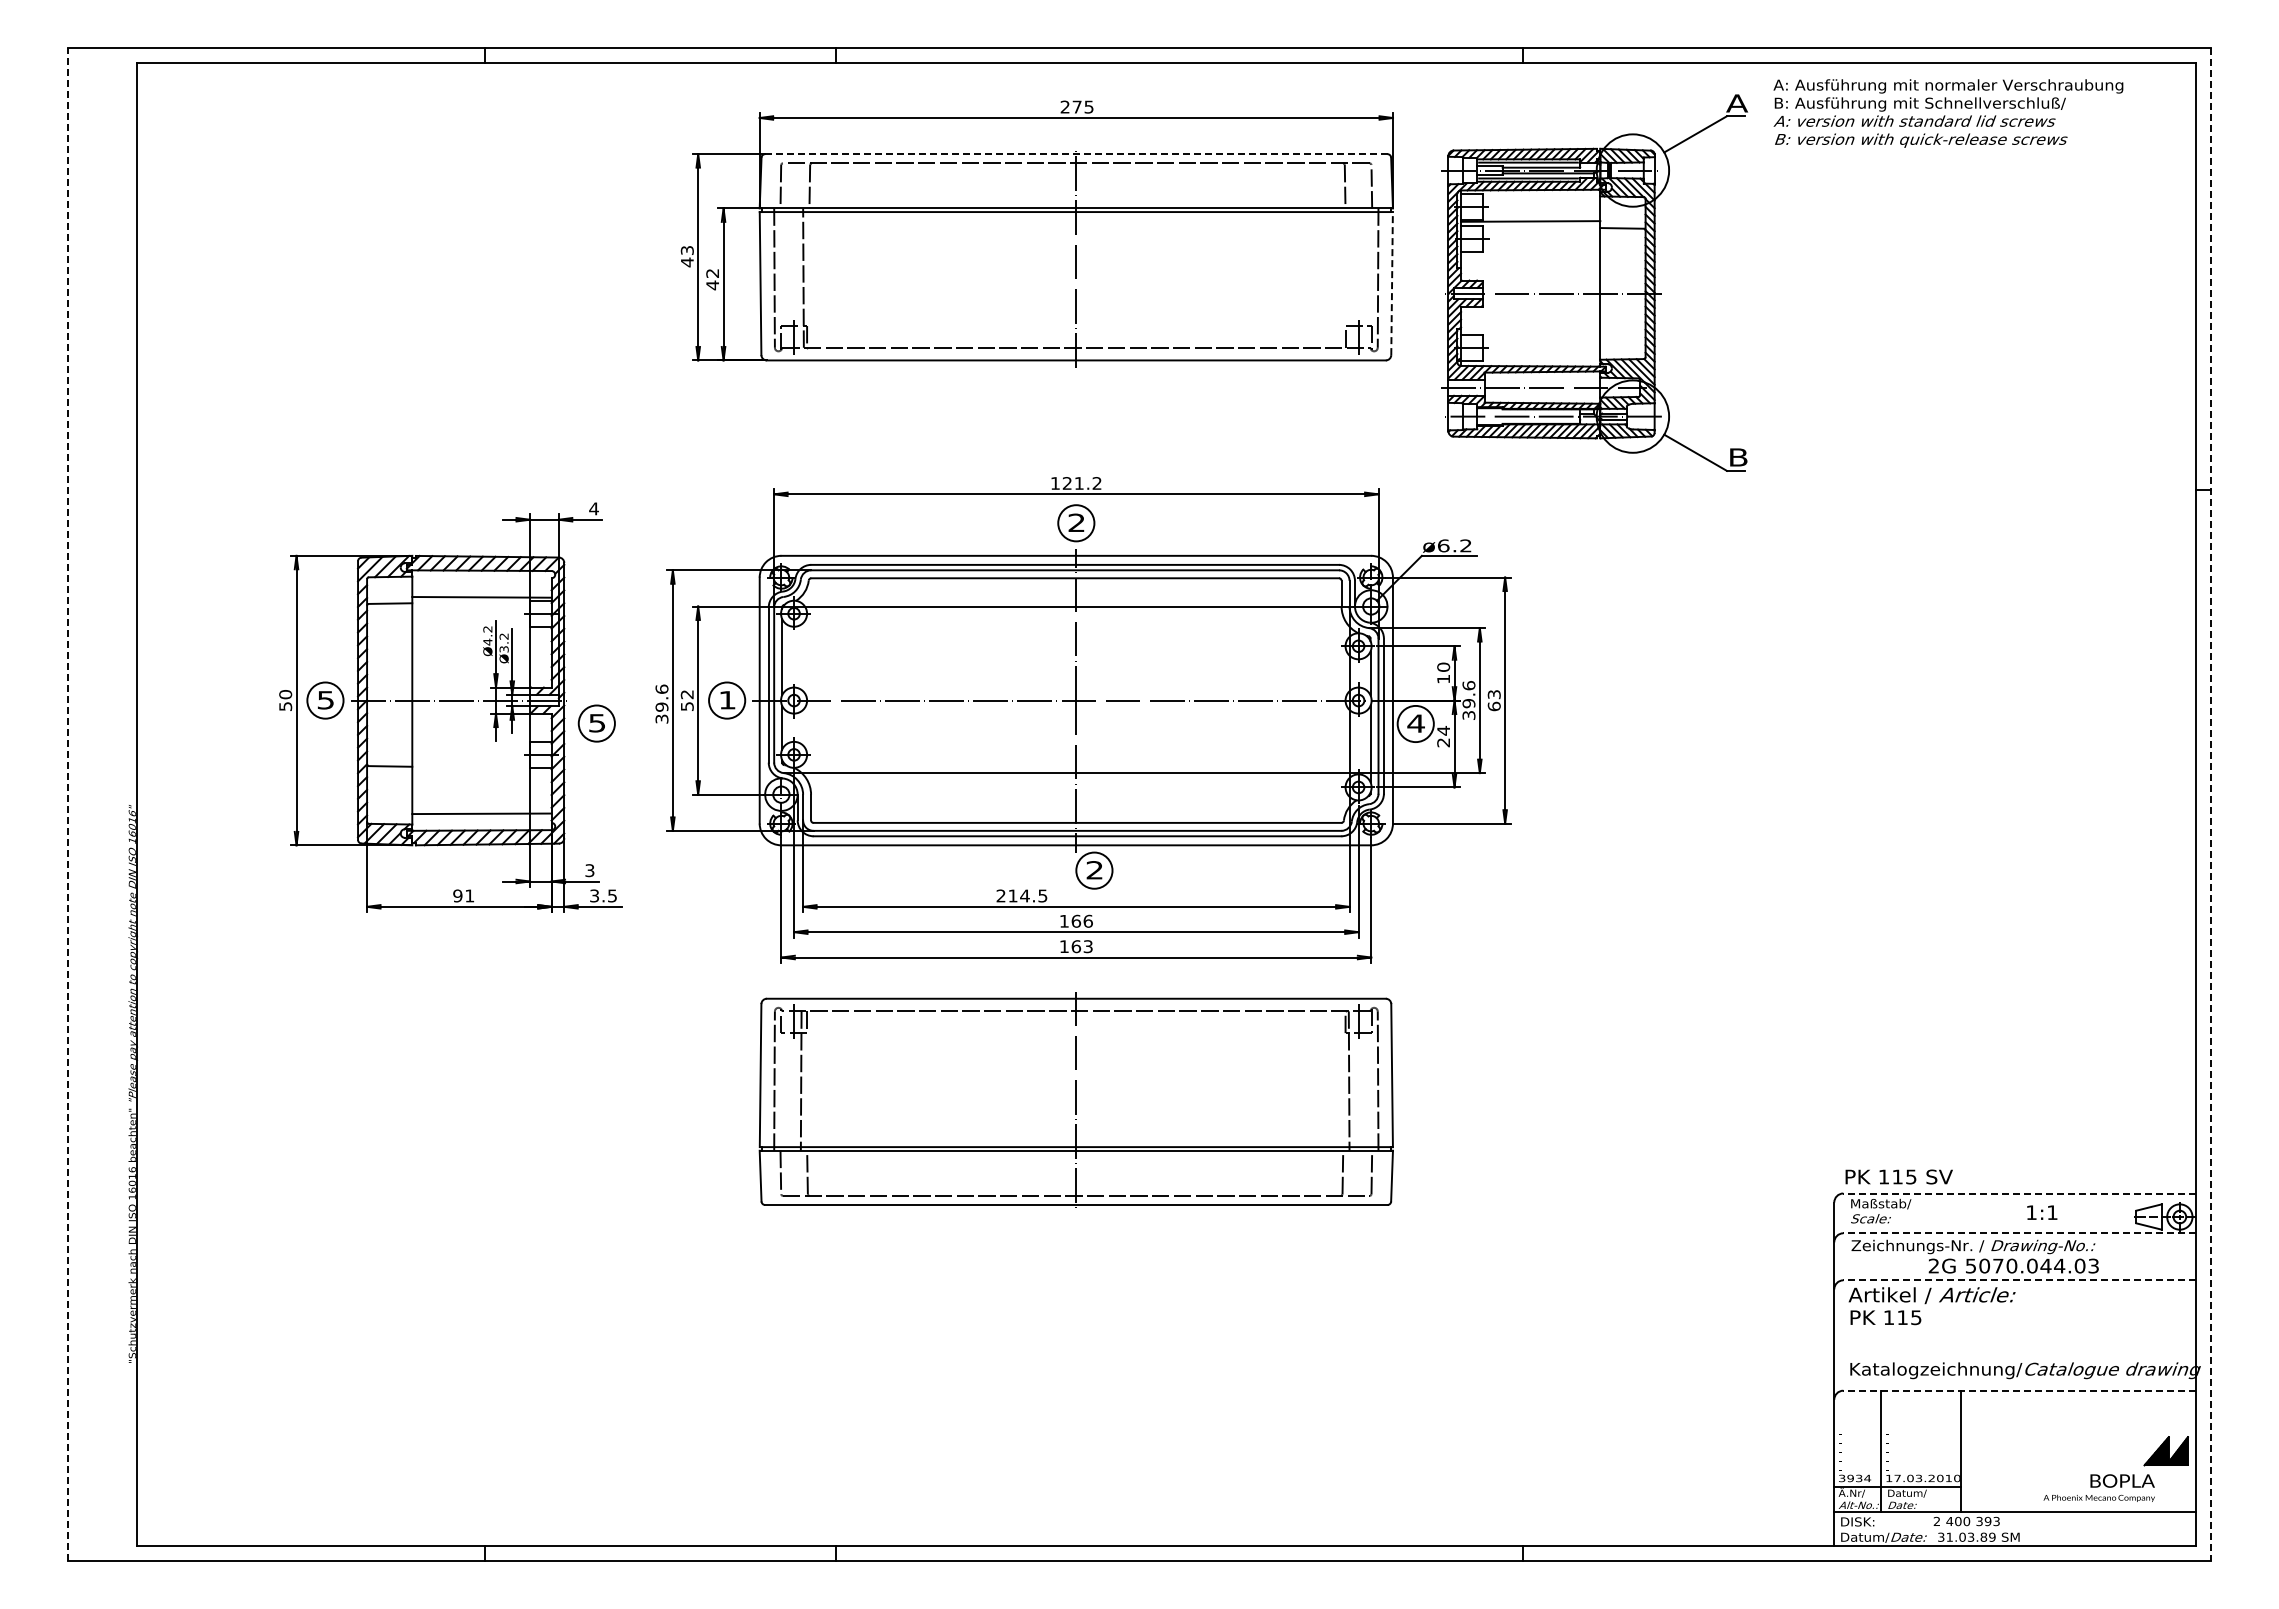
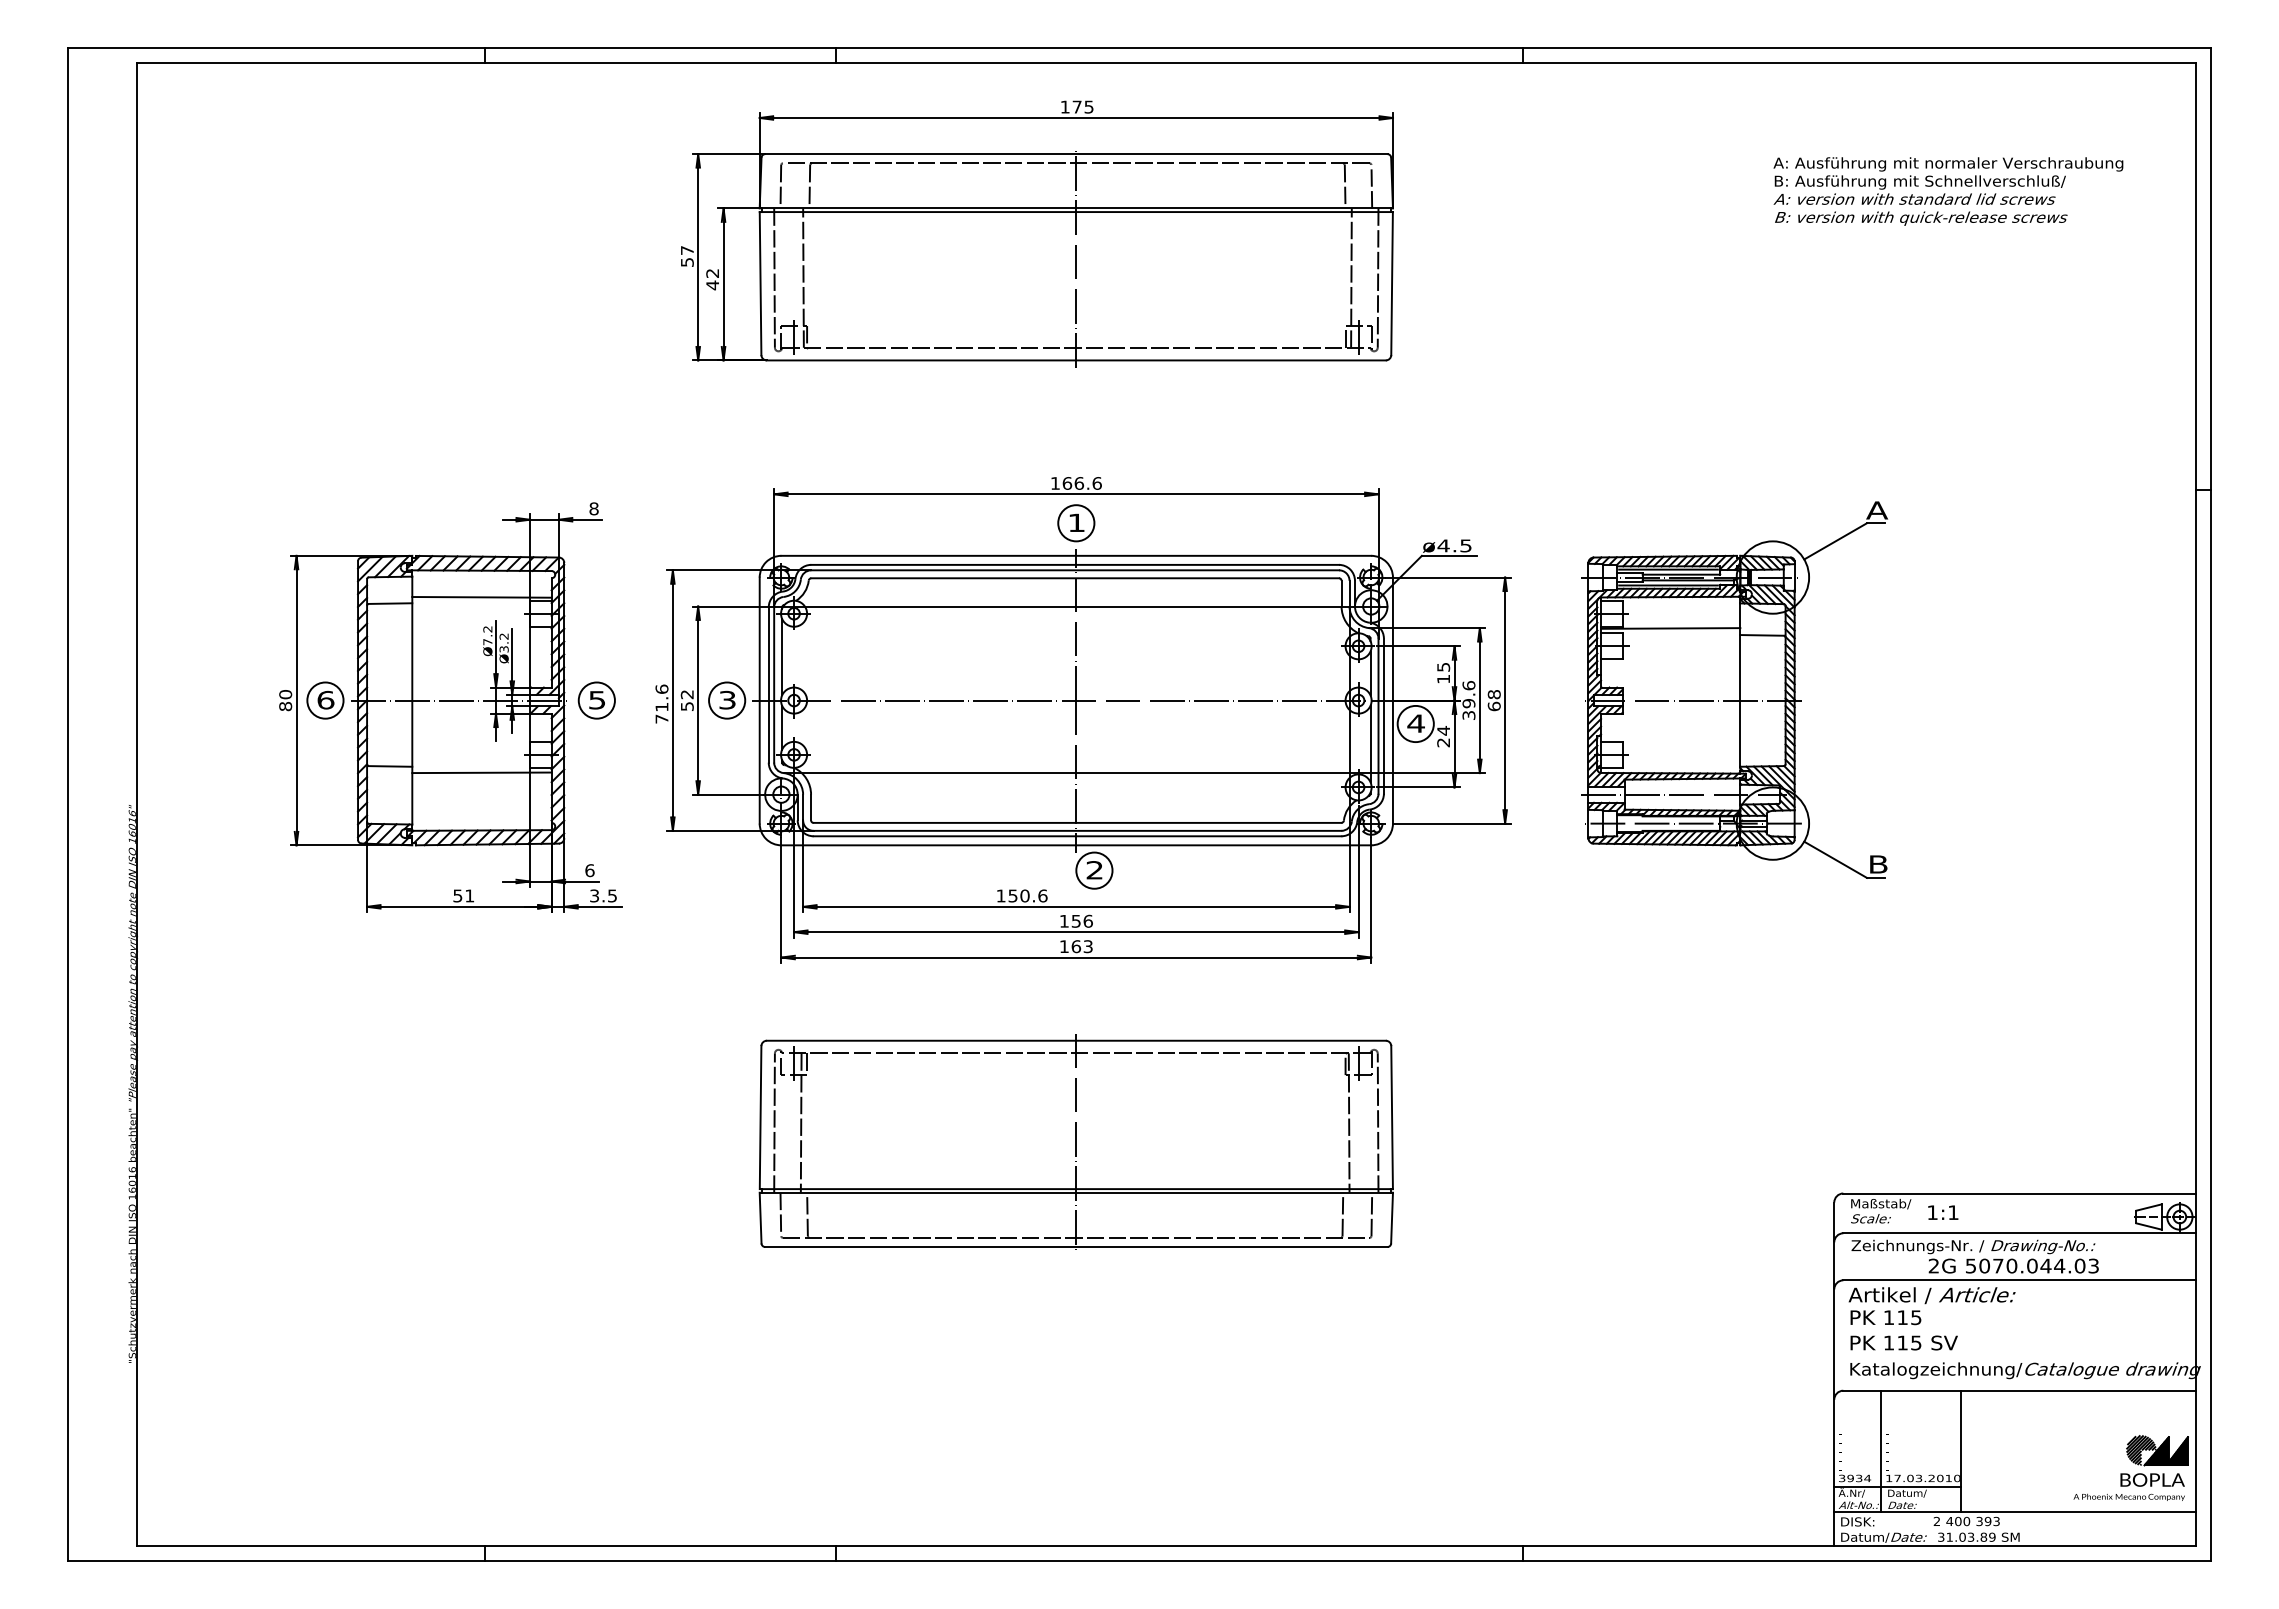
text at (1064, 106): 275 -> 175
text at (1948, 113) position: (1948, 113) -> (1948, 191)
line at (1075, 154): dashed -> solid
text at (686, 256): 43 -> 57
line at (1351, 277): none -> present
part at (1594, 282) position: (1594, 282) -> (1734, 689)
line at (1392, 283): dashed -> solid
text at (1081, 483): 121.2 -> 166.6
text at (593, 508): 4 -> 8
text at (1076, 522): 2 -> 1
text at (1454, 545): ø6.2 -> ø4.5
text at (487, 641): Ø4.2 -> Ø7.2
text at (1443, 666): 10 -> 15
text at (1493, 694): 63 -> 68
text at (325, 699): 5 -> 6
text at (727, 699): 1 -> 3
text at (285, 706): 50 -> 80
text at (661, 712): 39.6 -> 71.6
part at (596, 723) position: (596, 723) -> (596, 700)
line at (68, 804): dashed -> solid
line at (2210, 804): dashed -> solid
line at (481, 813) position: (481, 813) -> (481, 772)
text at (589, 870): 3 -> 6
text at (457, 895): 91 -> 51
text at (1021, 895): 214.5 -> 150.6
text at (1076, 920): 166 -> 156
part at (1075, 1099) position: (1075, 1099) -> (1075, 1141)
text at (1898, 1176) position: (1898, 1176) -> (1903, 1342)
line at (2019, 1193): dashed -> solid
text at (2042, 1212) position: (2042, 1212) -> (1943, 1212)
line at (2019, 1233): dashed -> solid
line at (2019, 1280): dashed -> solid
line at (2019, 1390): dashed -> solid
hatch at (2141, 1450): none -> present
text at (2098, 1487) position: (2098, 1487) -> (2128, 1486)
